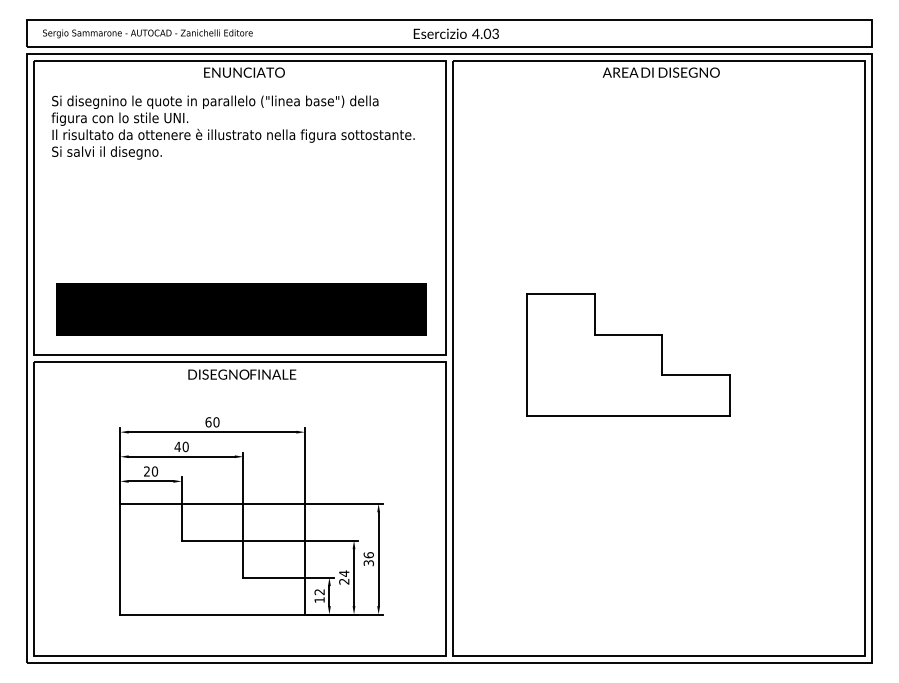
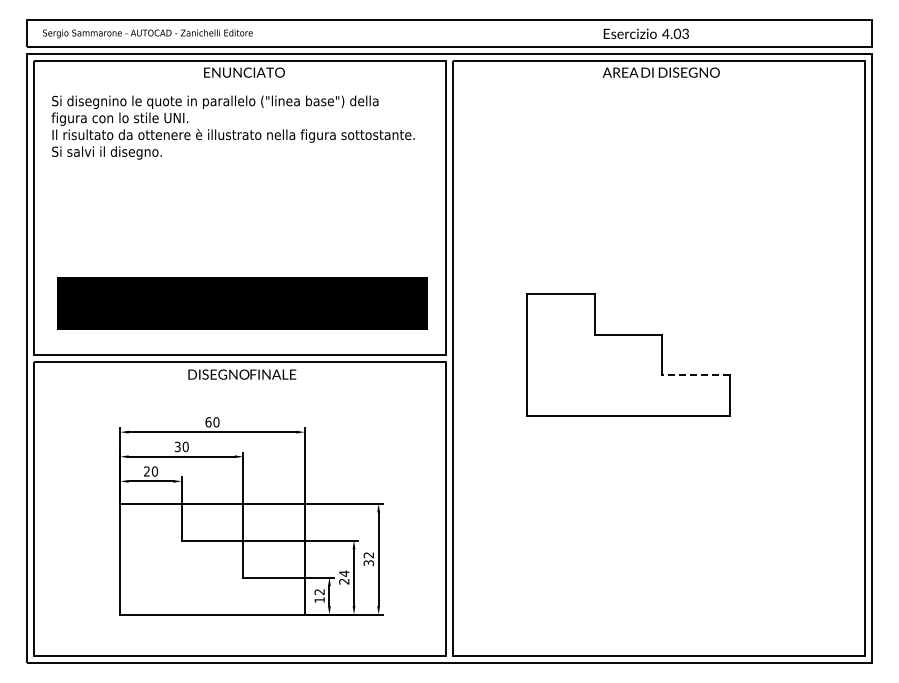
text at (455, 33) position: (455, 33) -> (645, 33)
text at (241, 309) position: (241, 309) -> (242, 303)
line at (696, 375): solid -> dashed
text at (177, 446): 40 -> 30
text at (368, 555): 36 -> 32
